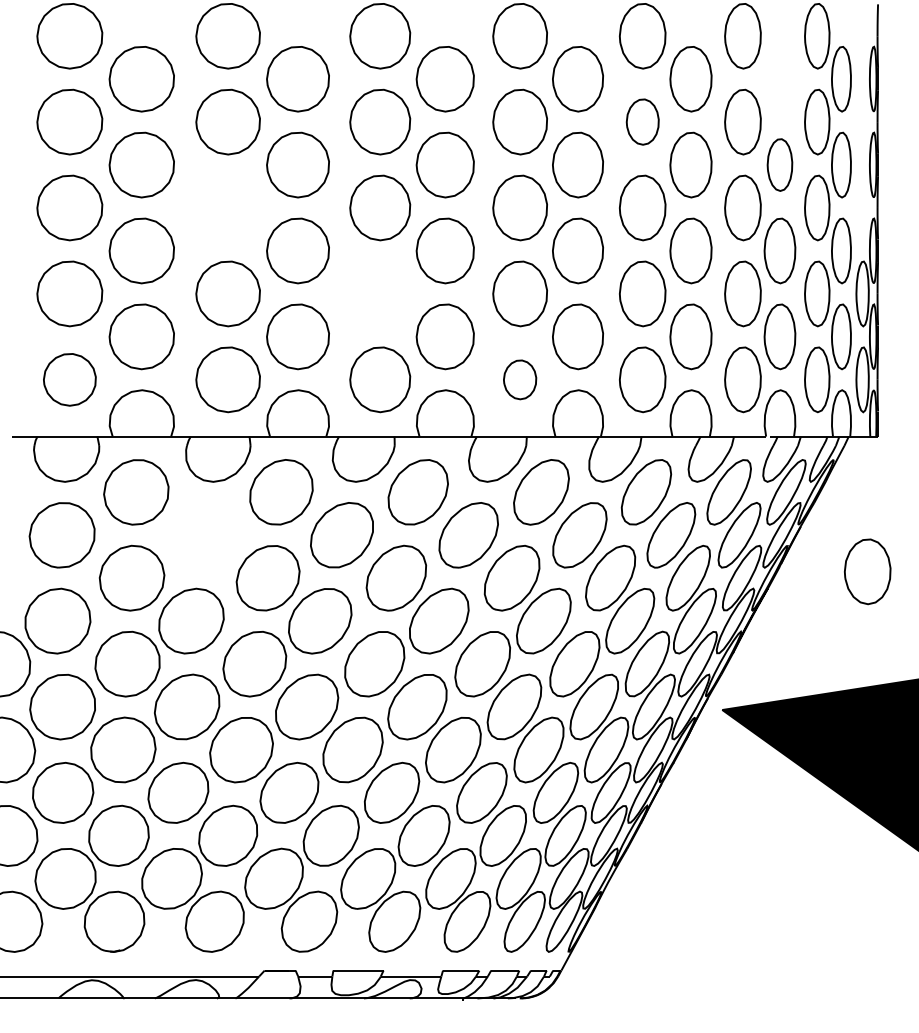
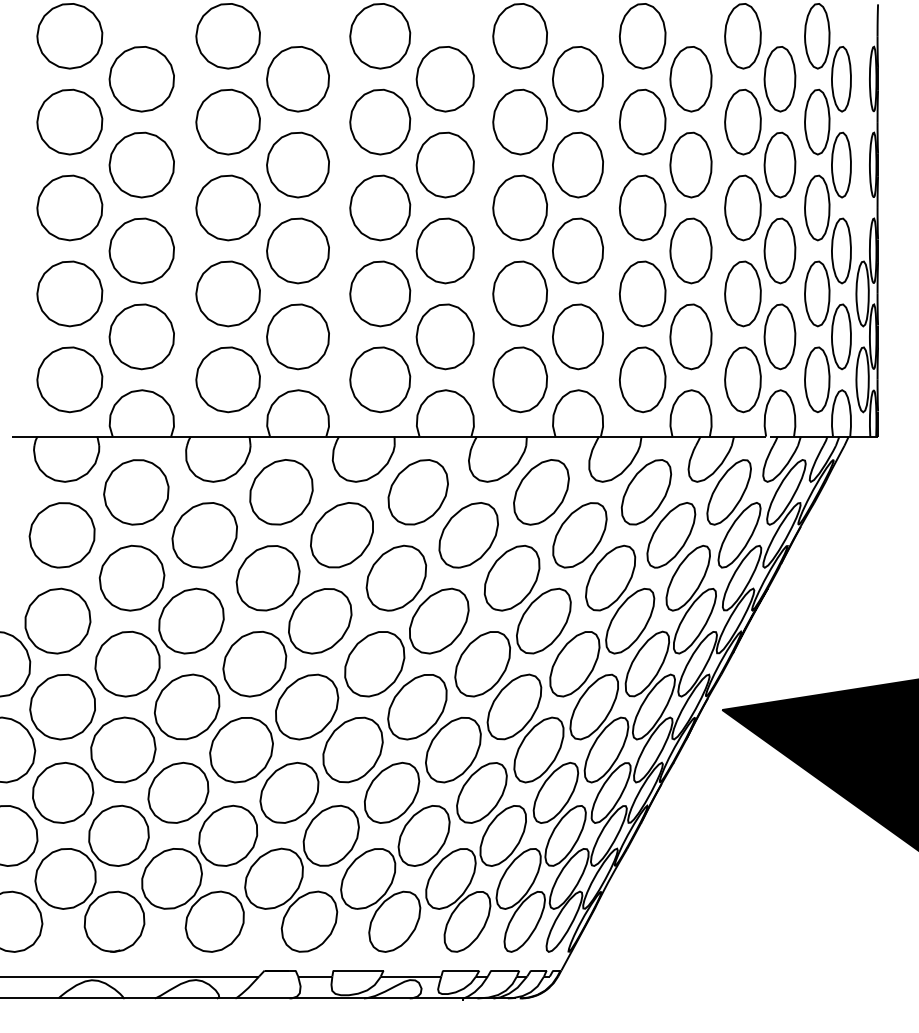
part at (779, 79): none -> present
part at (642, 121) size: 35x48 px -> 48x68 px
part at (779, 164) size: 28x54 px -> 34x68 px
part at (227, 207): none -> present
part at (380, 293): none -> present
part at (69, 379) size: 54x54 px -> 68x68 px
part at (520, 379) size: 35x42 px -> 56x68 px
part at (204, 535): none -> present
part at (867, 571): present -> none
